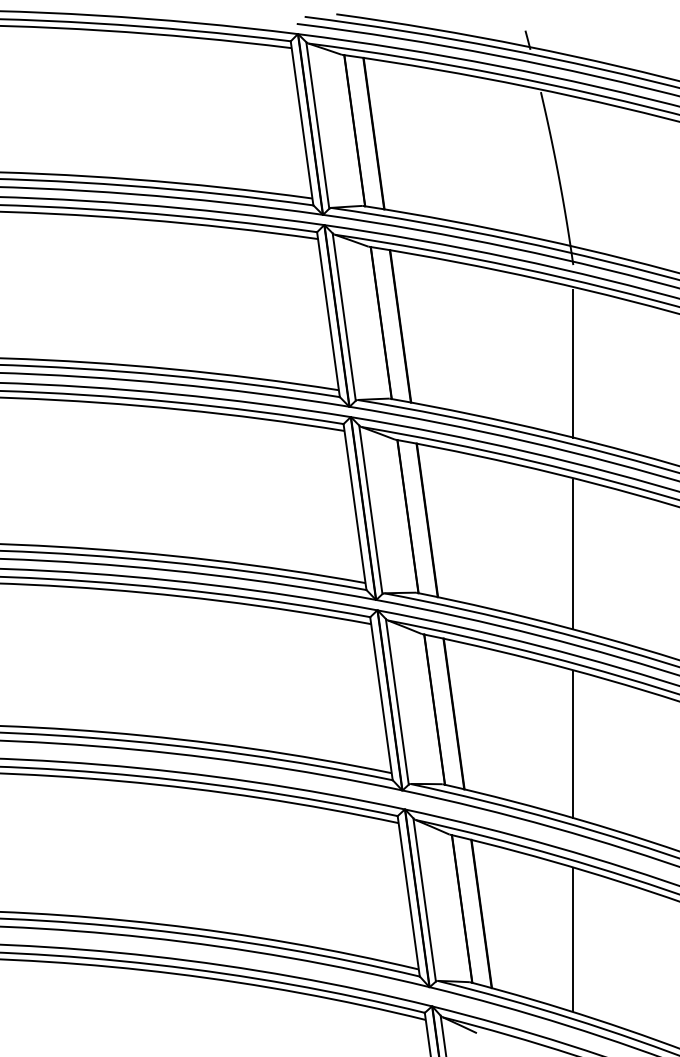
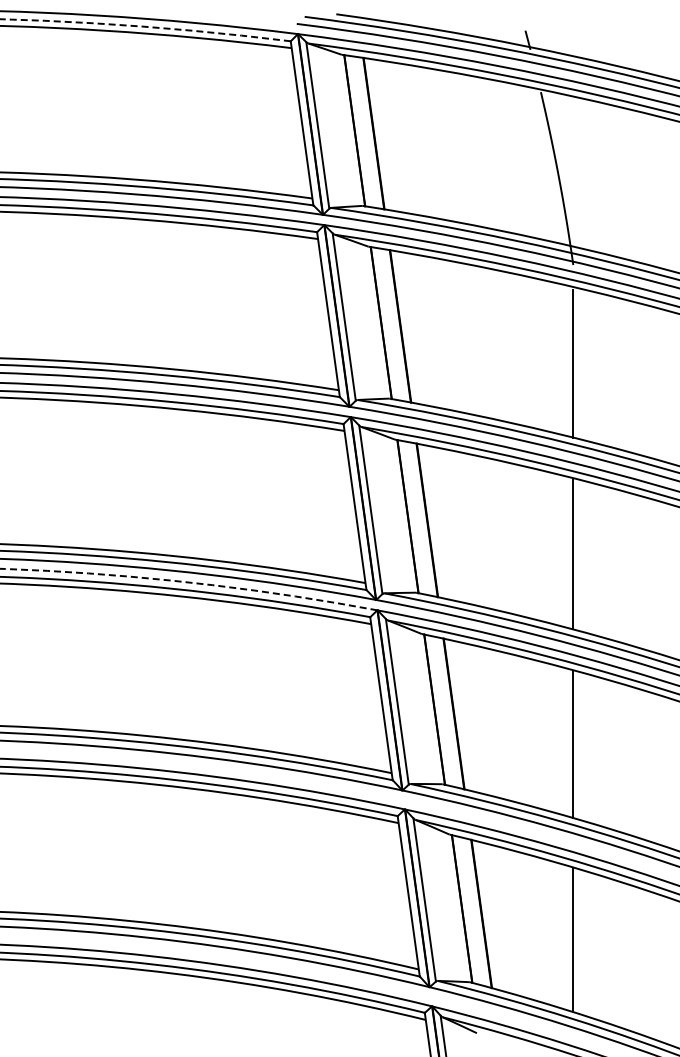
arc at (144, 26): solid -> dashed
arc at (189, 582): solid -> dashed
